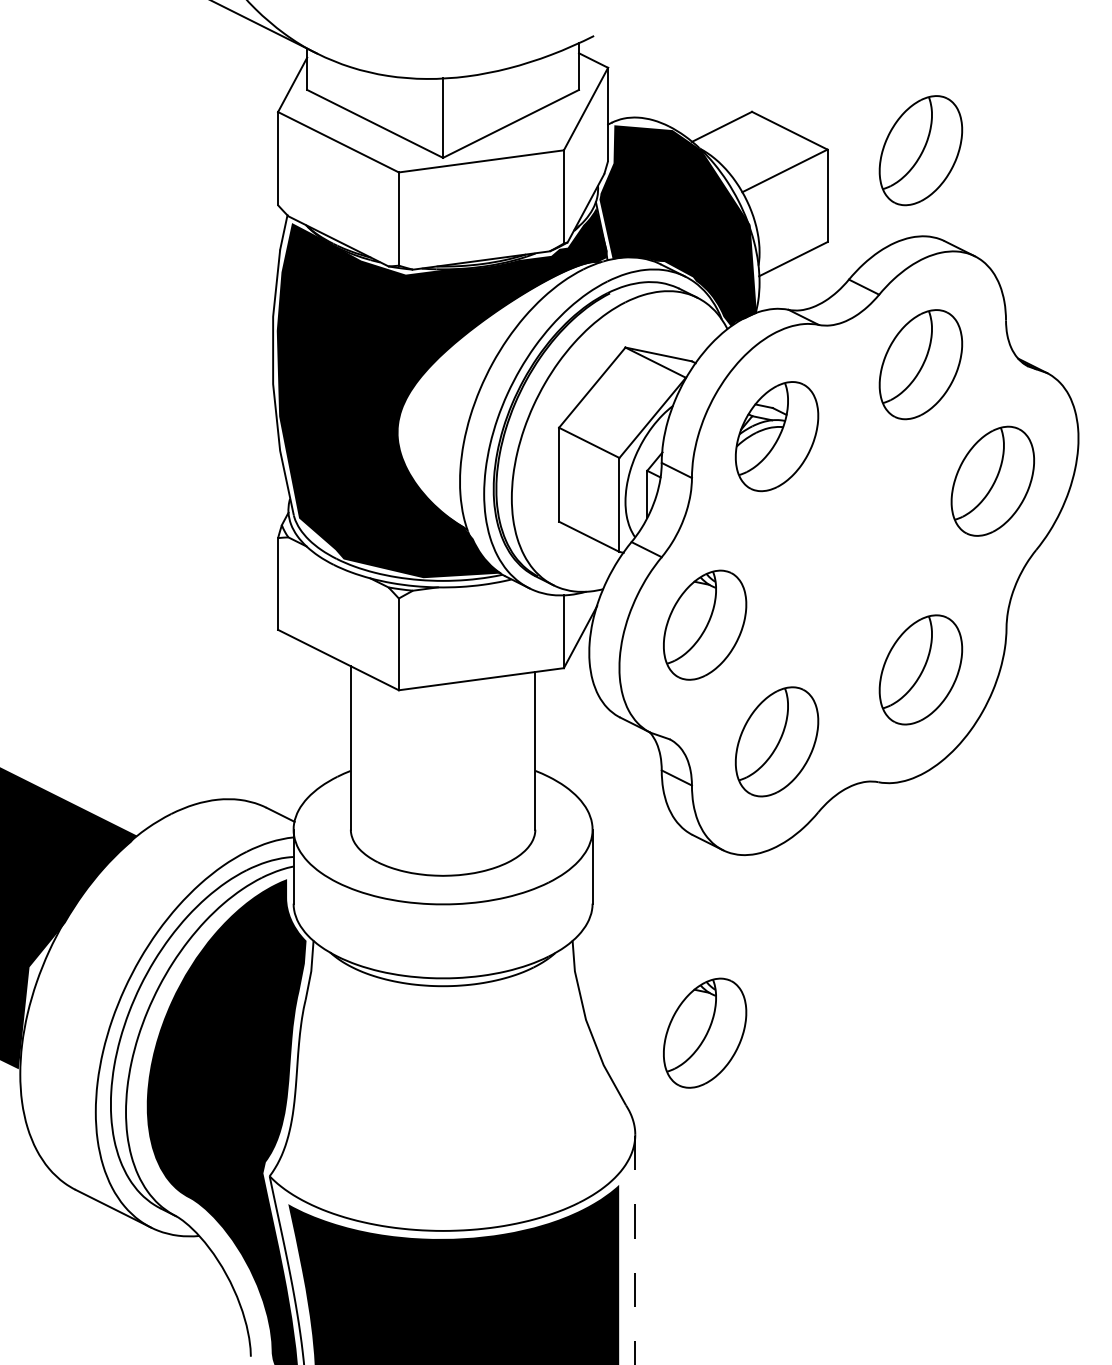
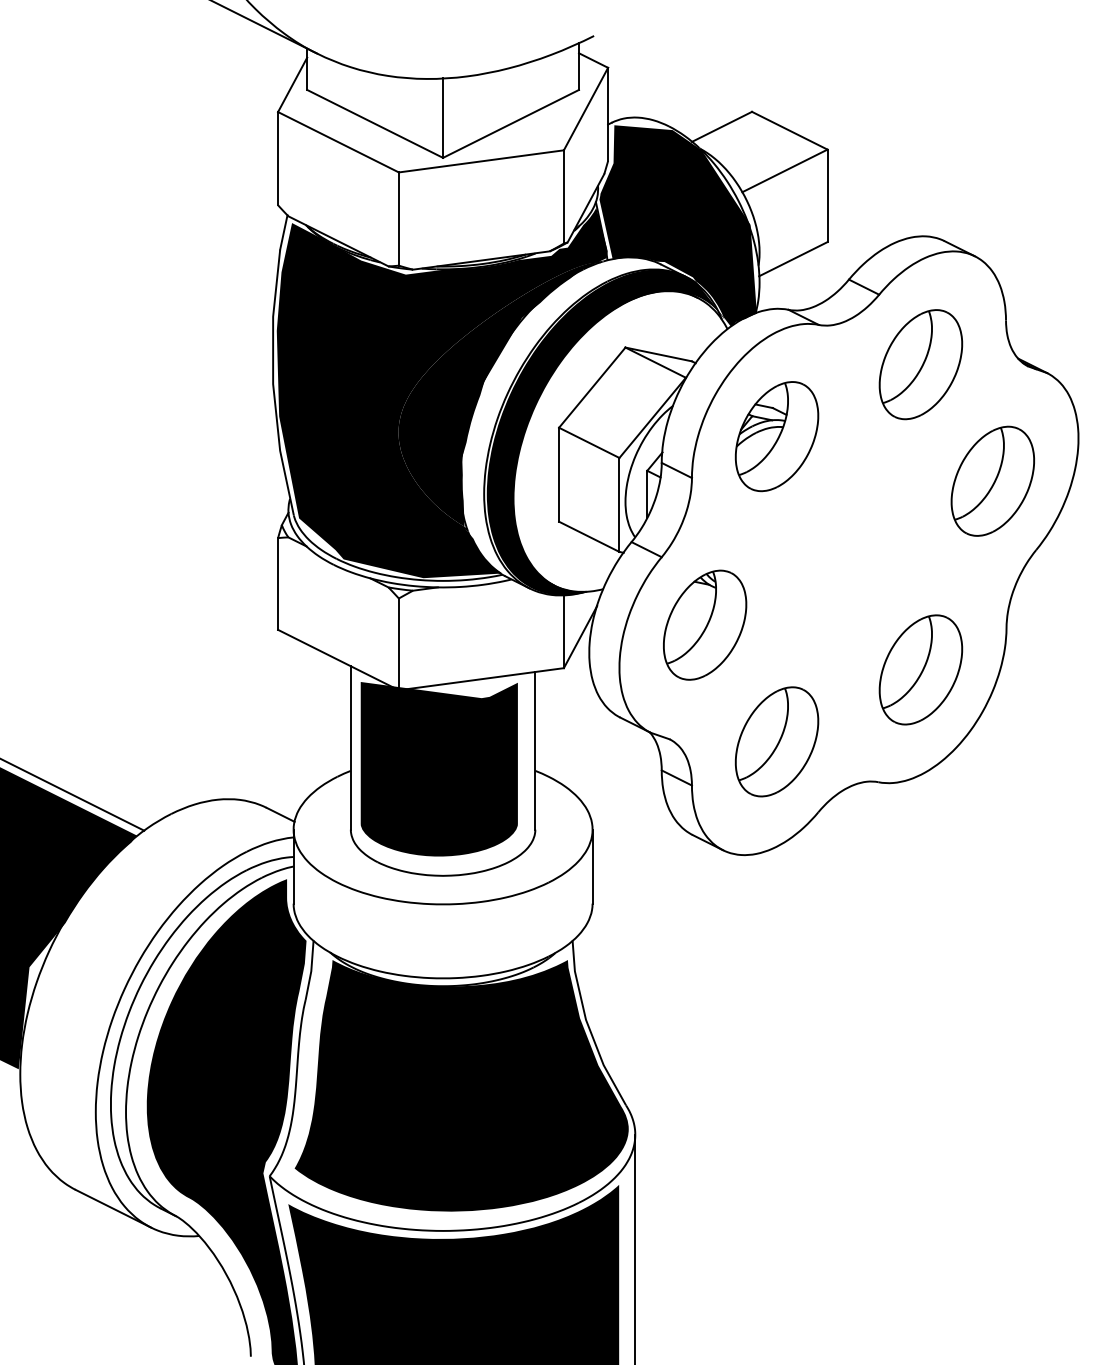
part at (920, 150): present -> none
fill at (498, 394): none -> present
fill at (605, 432): none -> present
fill at (438, 768): none -> present
line at (73, 794): none -> present
part at (705, 1032): present -> none
fill at (461, 1085): none -> present
line at (635, 1249): dashed -> solid
